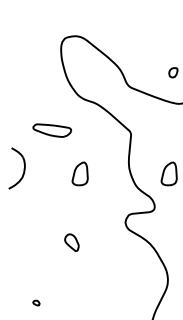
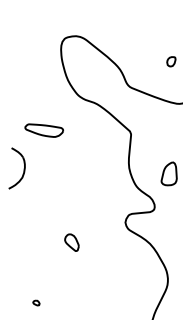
part at (173, 72) position: (173, 72) -> (171, 61)
part at (51, 130) position: (51, 130) -> (43, 130)
part at (79, 173): present -> none
